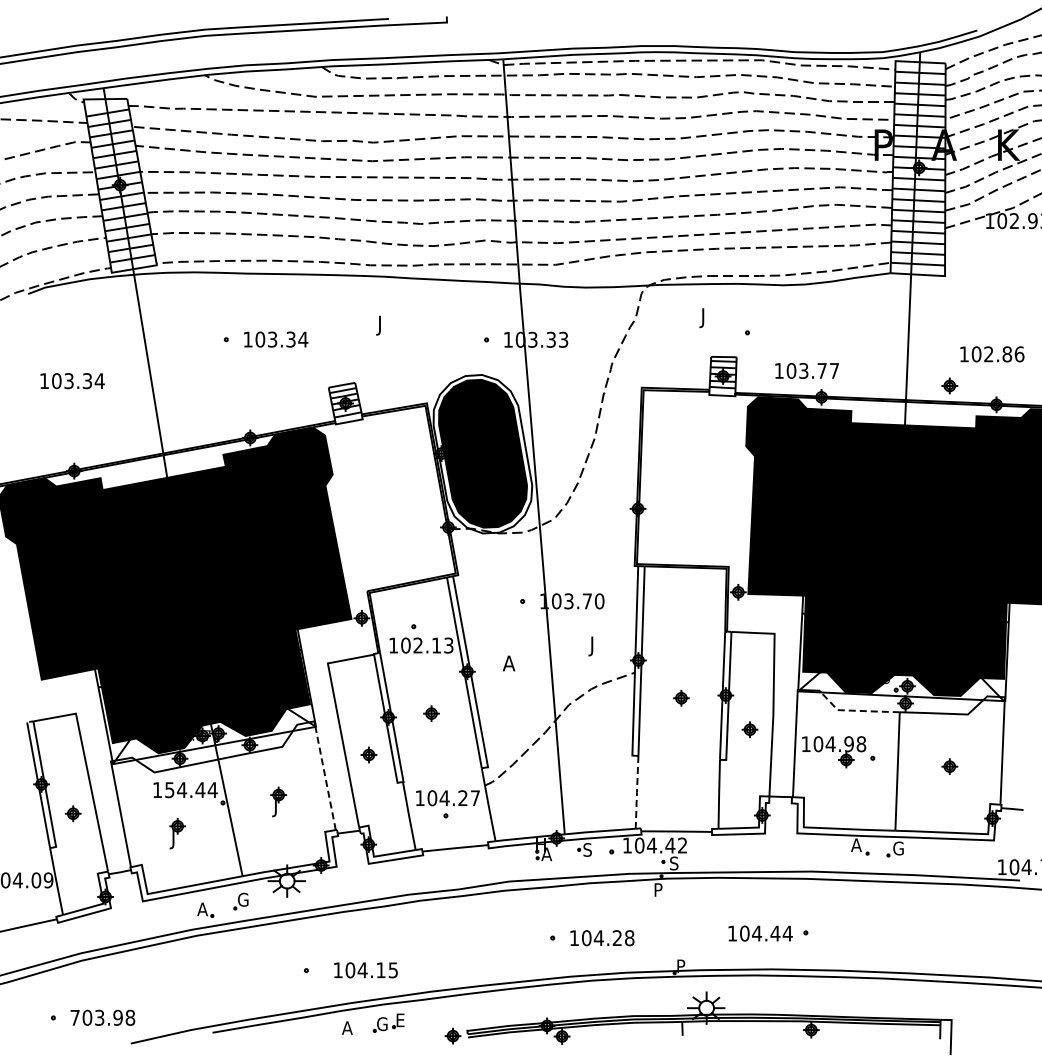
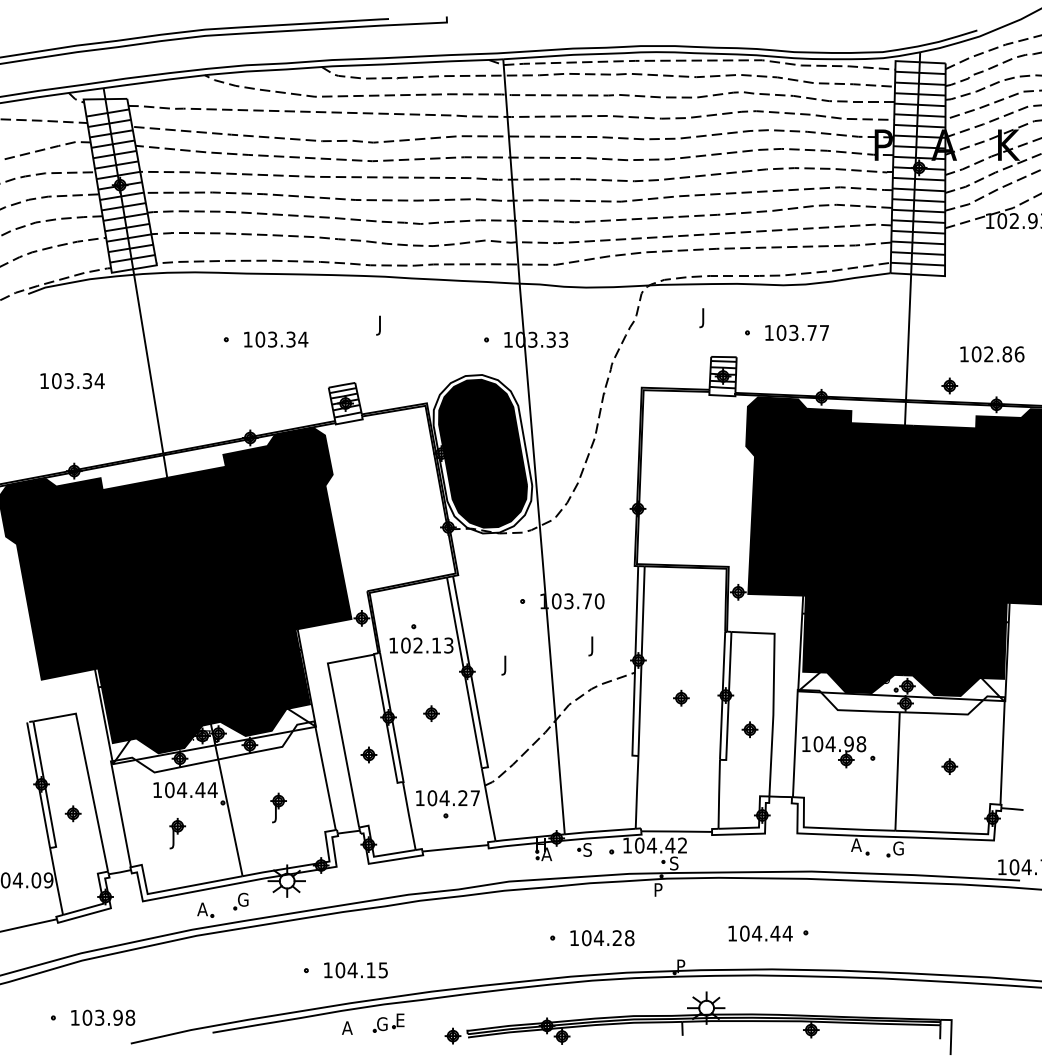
text at (806, 370) position: (806, 370) -> (796, 332)
text at (508, 665): A -> J
line at (856, 710): dashed -> solid
line at (325, 778): dashed -> solid
text at (169, 790): 154.44 -> 104.44
line at (636, 792): dashed -> solid
part at (278, 801) position: (278, 801) -> (278, 807)
text at (365, 970) position: (365, 970) -> (355, 970)
text at (74, 1017): 703.98 -> 103.98
